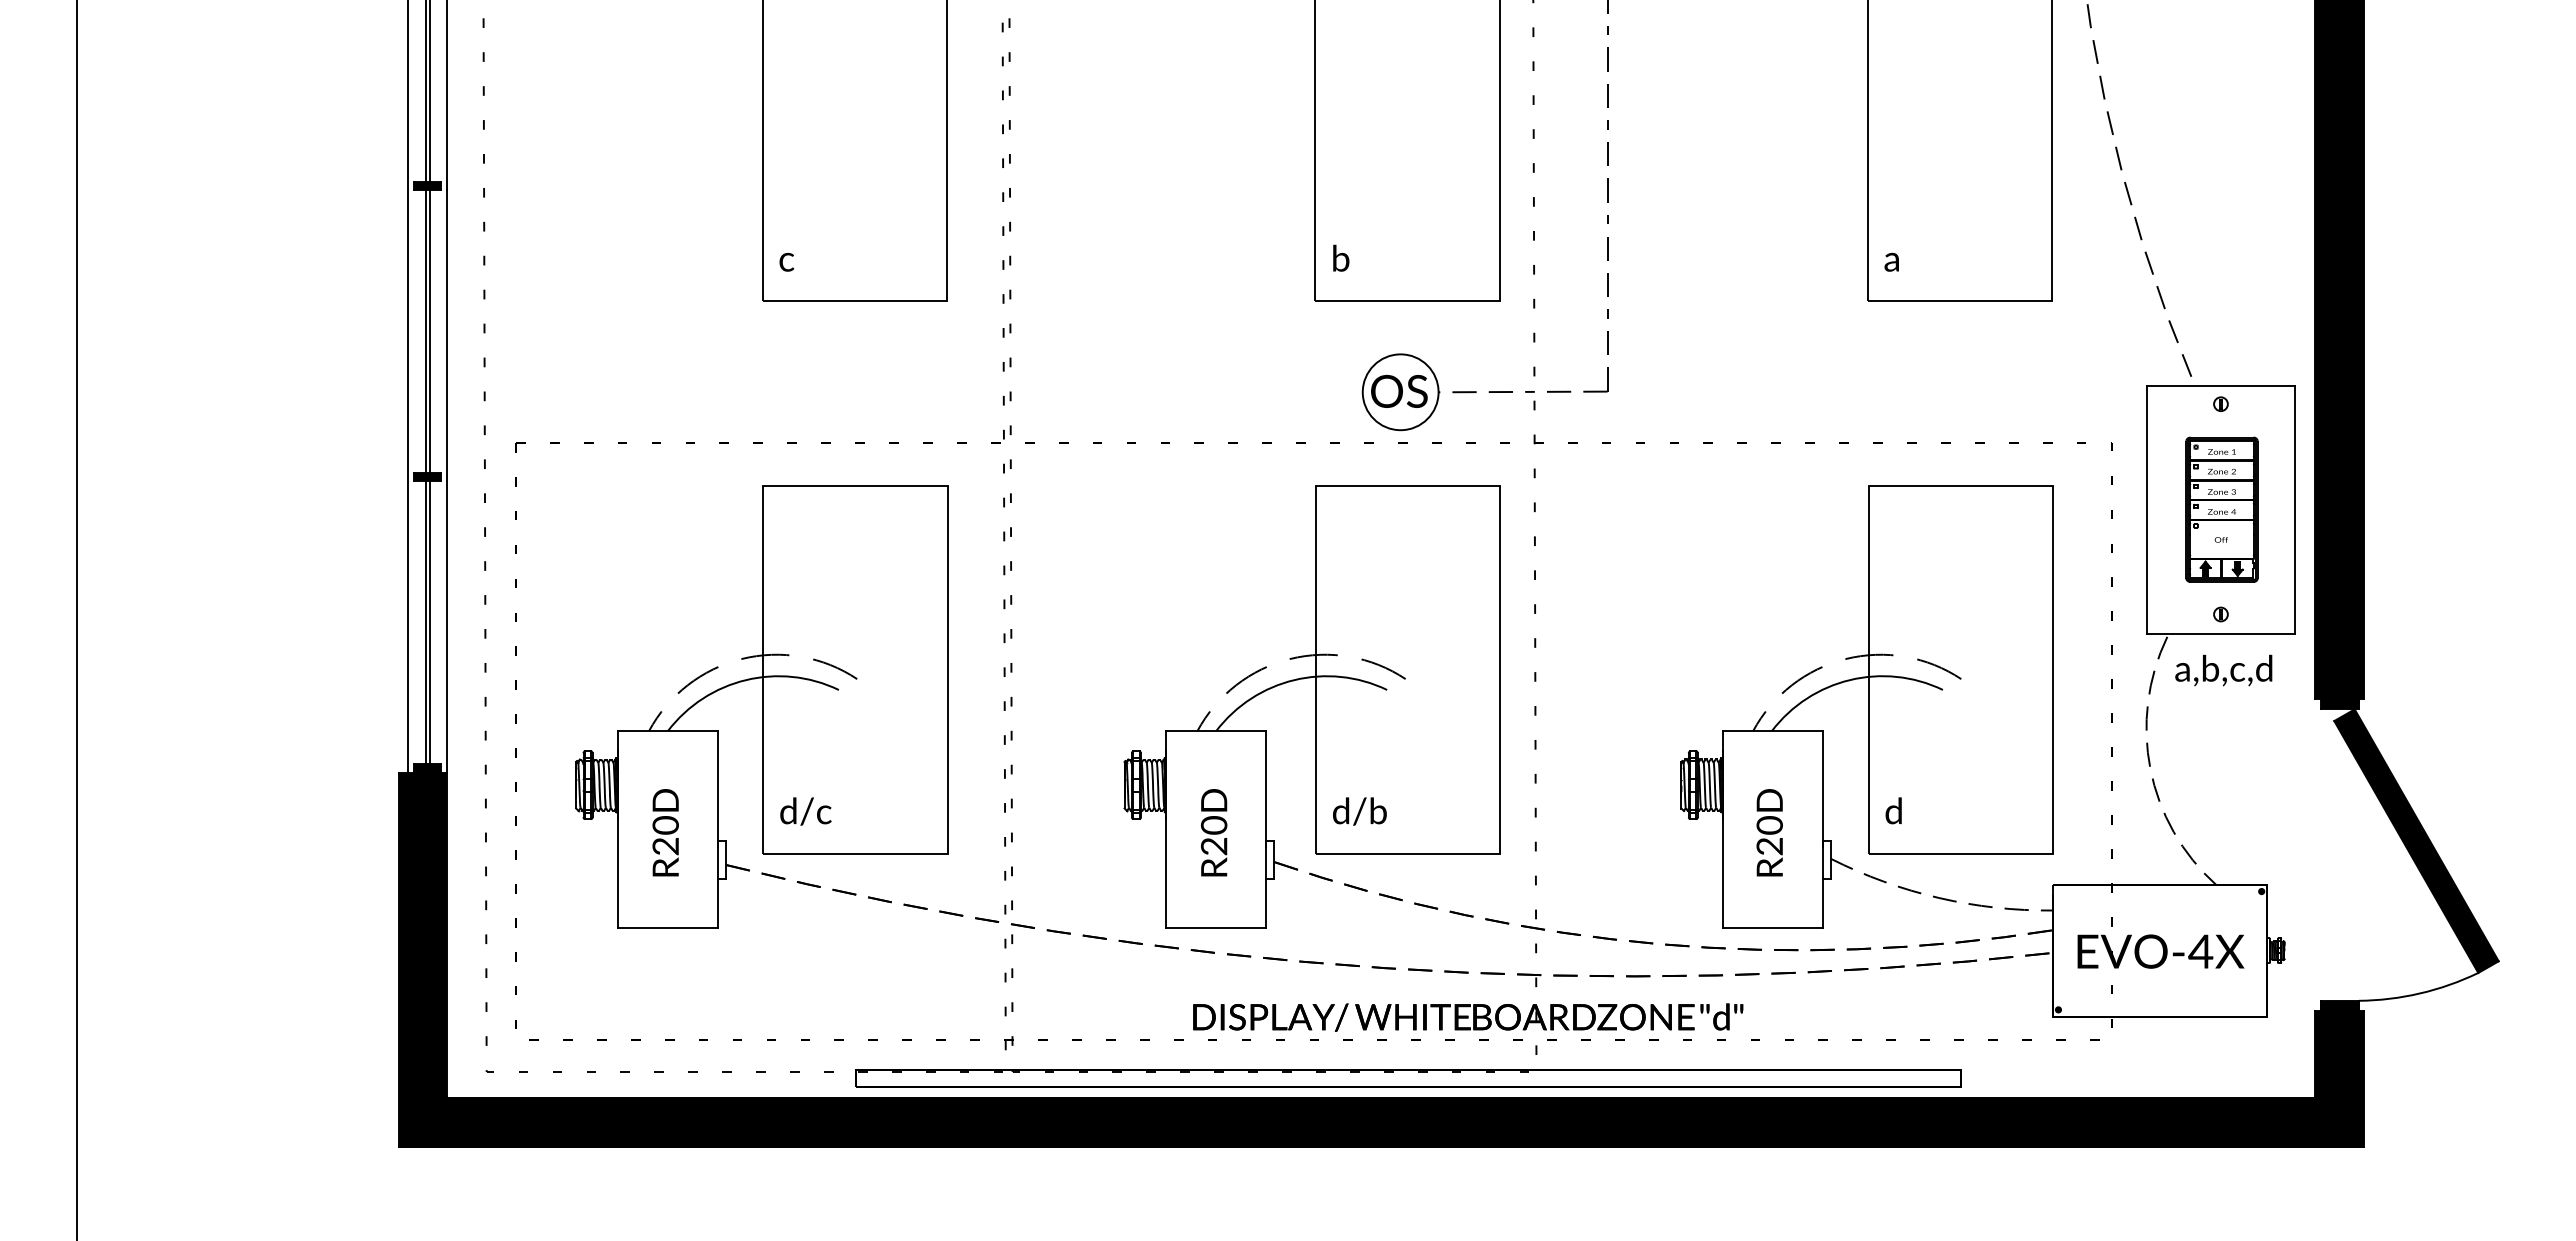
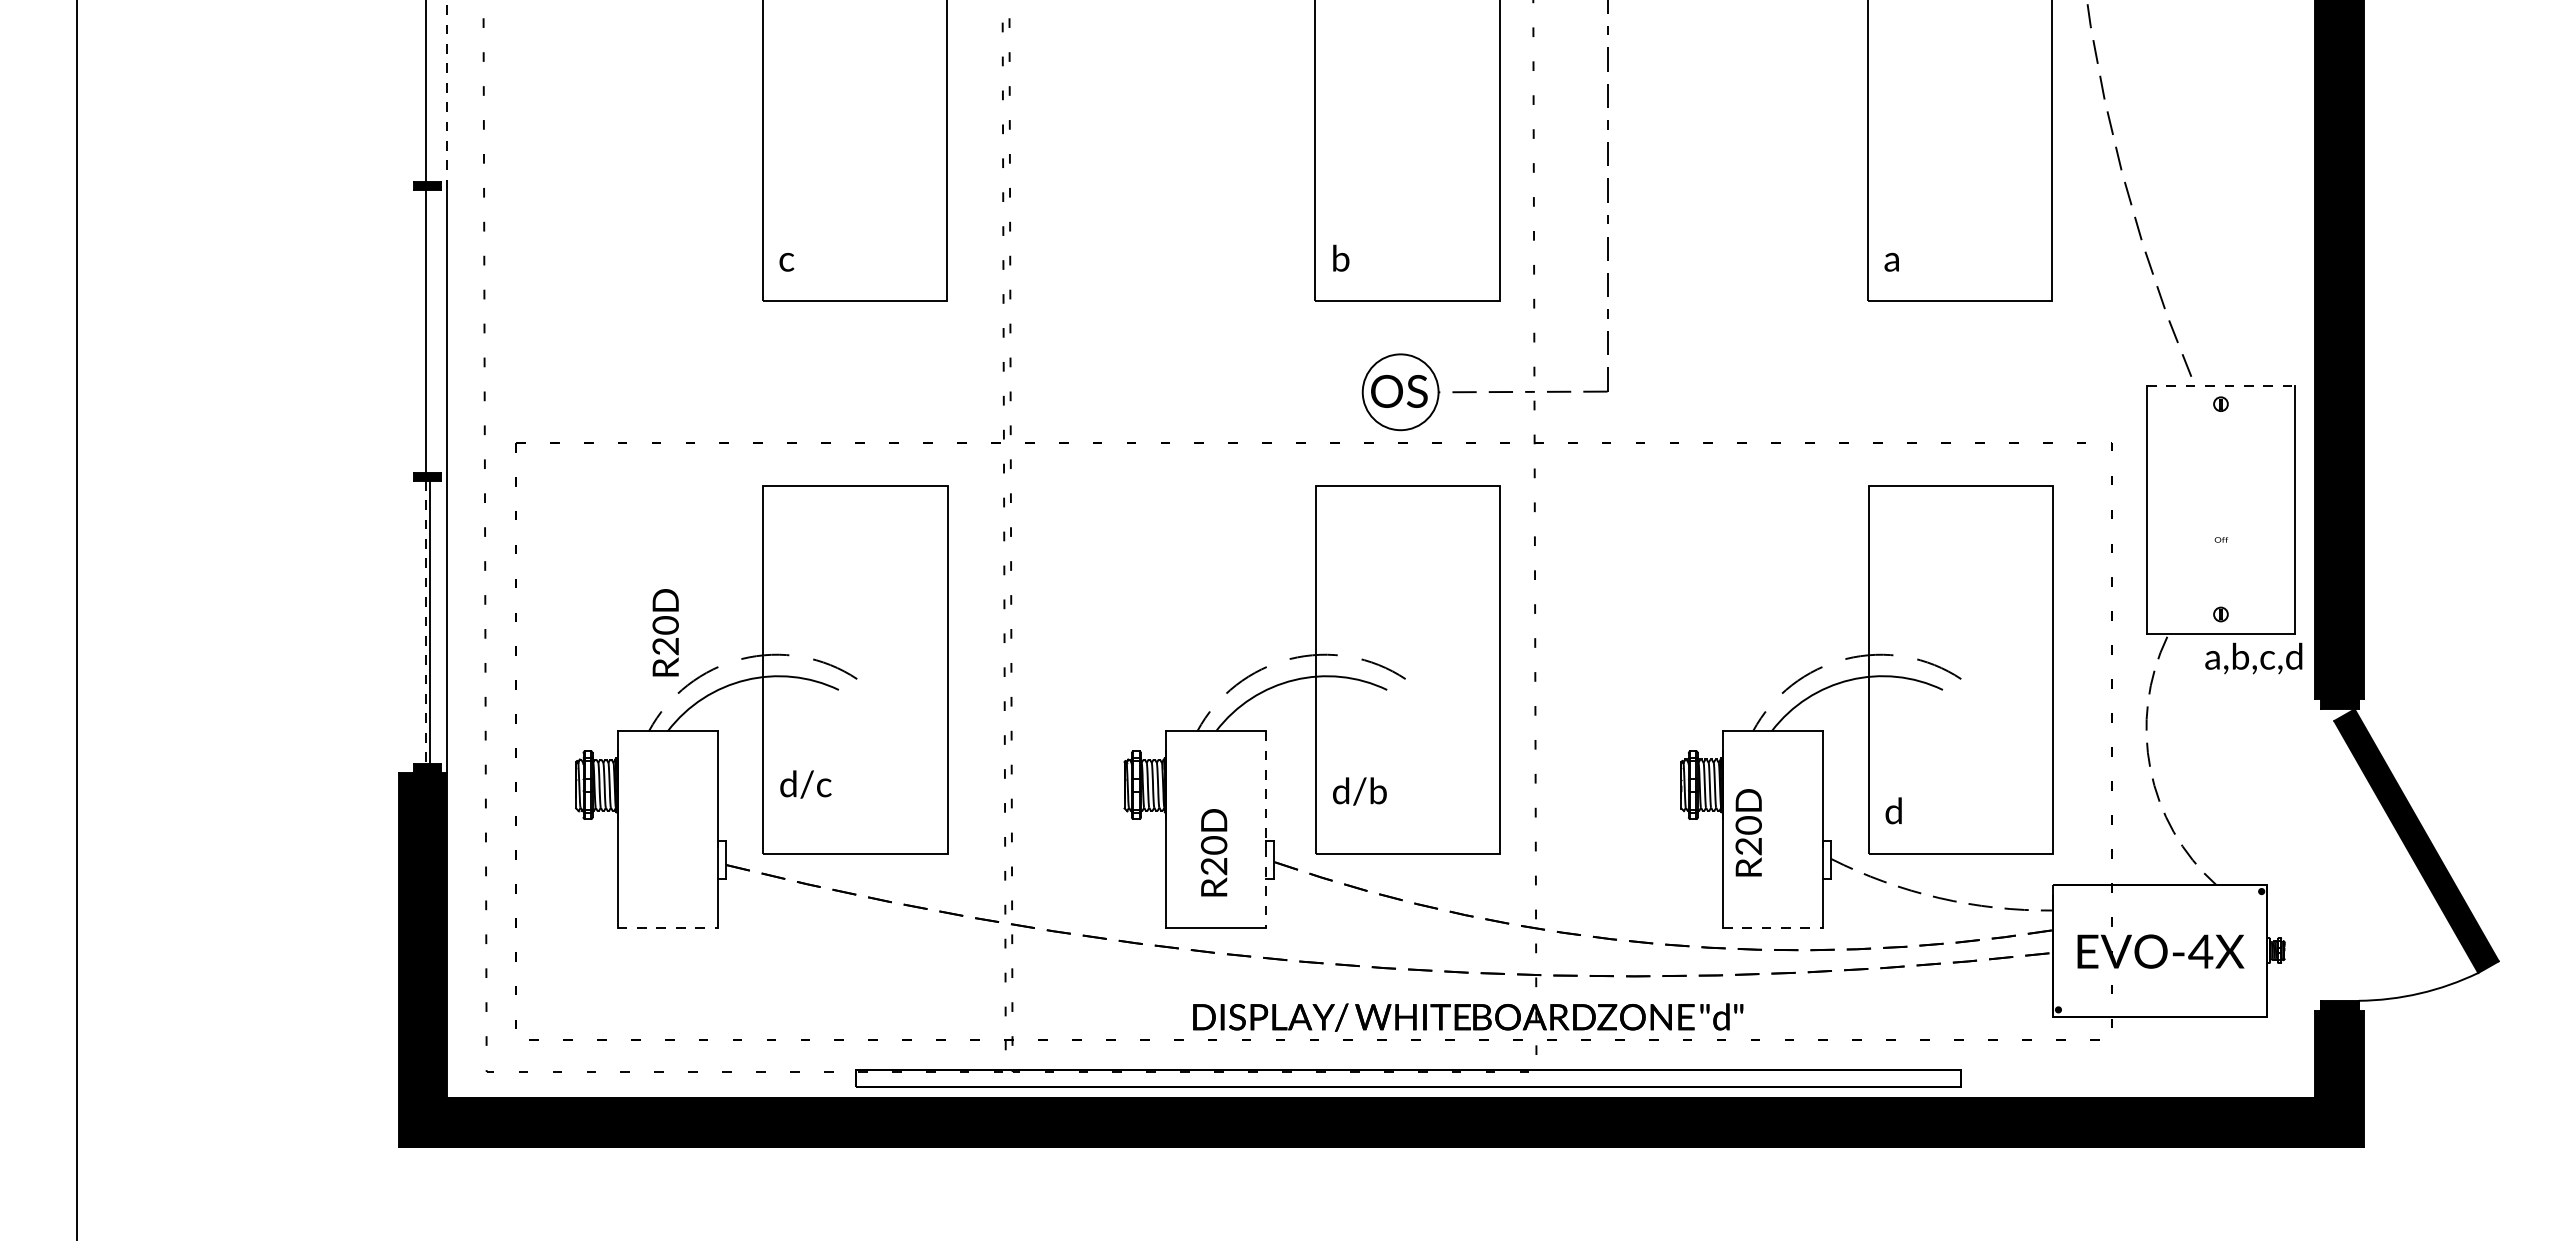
line at (430, 92): present -> none
line at (447, 95): solid -> dashed
line at (430, 331): present -> none
line at (2220, 385): solid -> dashed
line at (407, 387): present -> none
part at (2221, 509): present -> none
line at (425, 622): solid -> dashed
text at (2223, 670) position: (2223, 670) -> (2253, 658)
text at (805, 811) position: (805, 811) -> (805, 784)
text at (1359, 811) position: (1359, 811) -> (1359, 791)
line at (1266, 830): solid -> dashed
text at (665, 832) position: (665, 832) -> (665, 632)
text at (1214, 832) position: (1214, 832) -> (1214, 852)
text at (1769, 832) position: (1769, 832) -> (1748, 832)
line at (668, 928): solid -> dashed
line at (1773, 928): solid -> dashed
